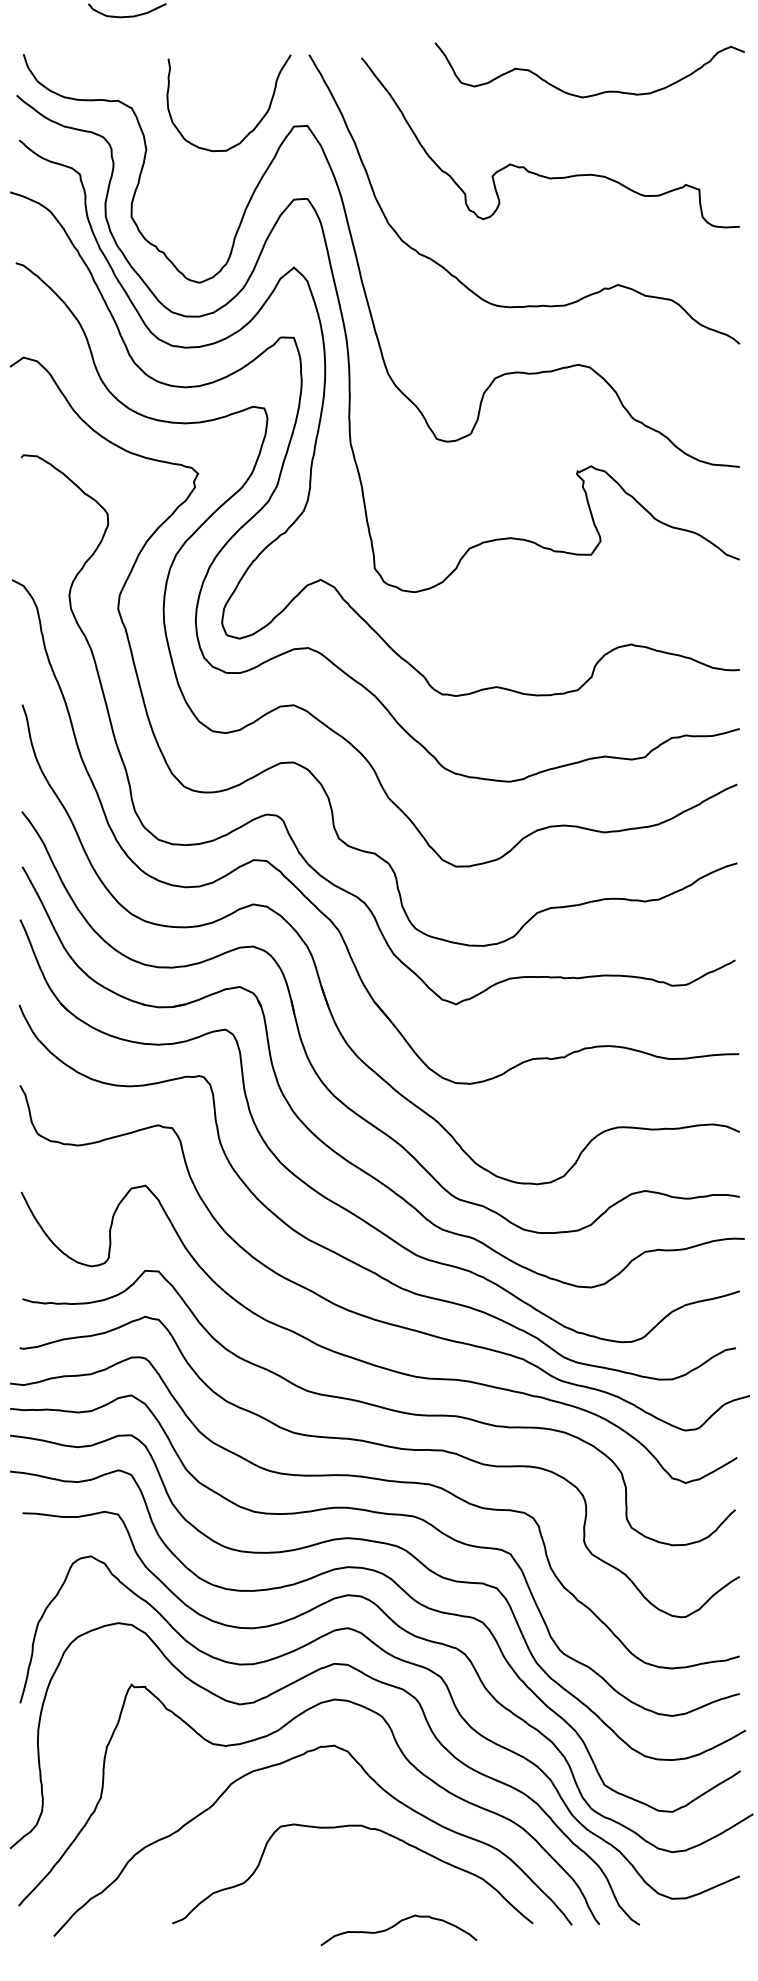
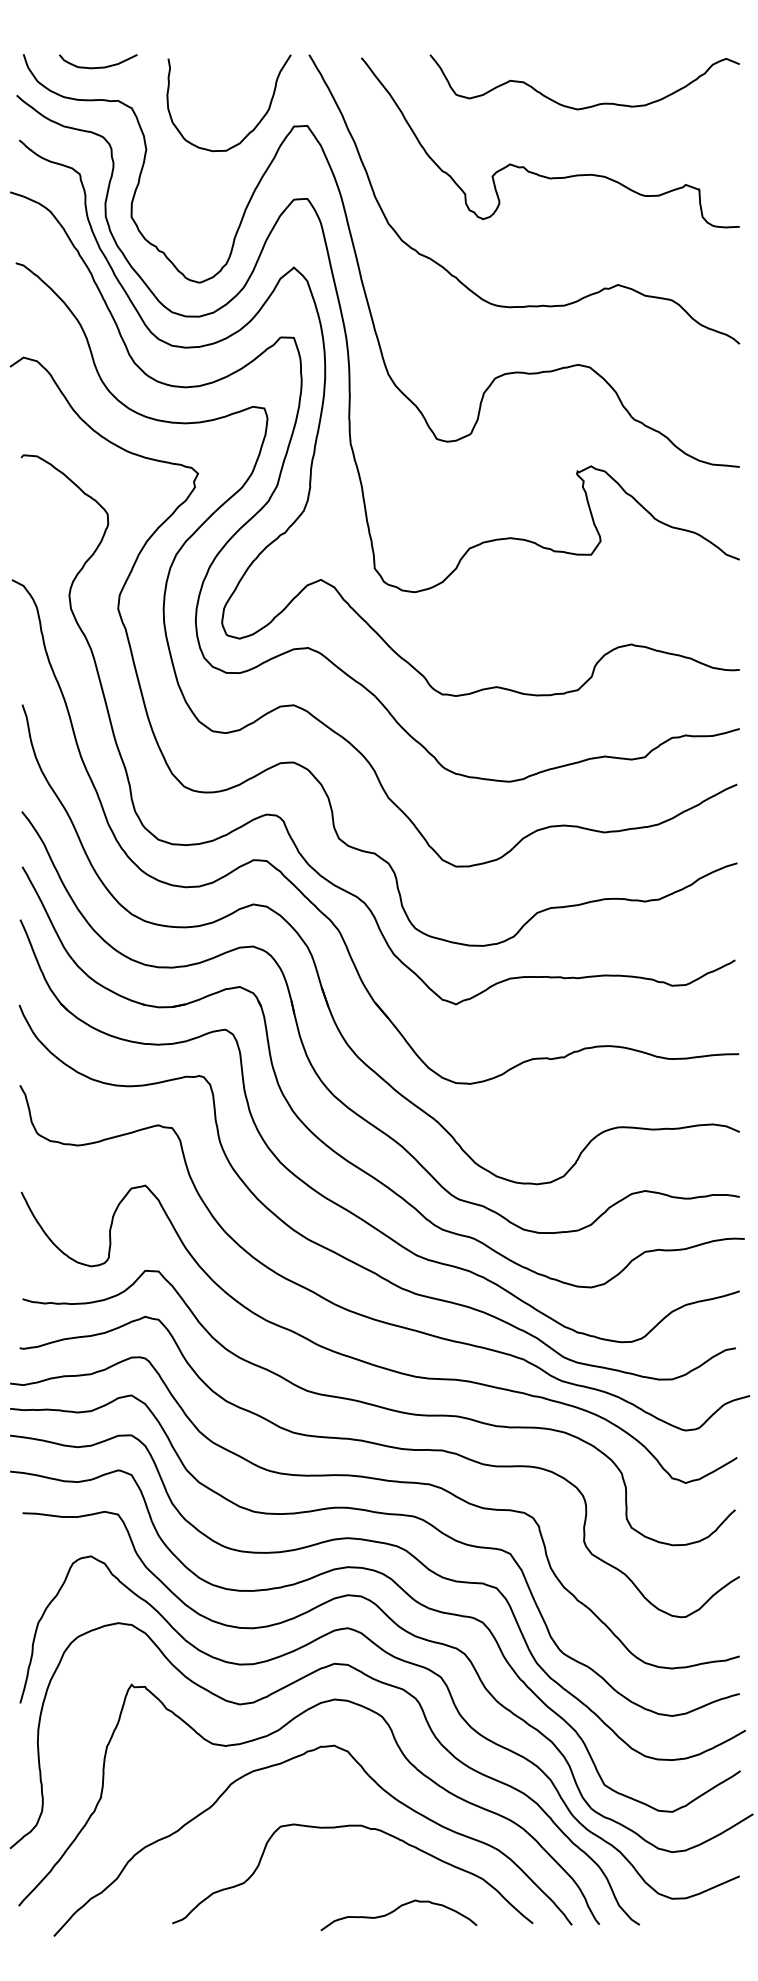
curve at (128, 15) position: (128, 15) -> (99, 66)
curve at (596, 93) position: (596, 93) -> (591, 105)
curve at (395, 1926) position: (395, 1926) -> (395, 1911)
